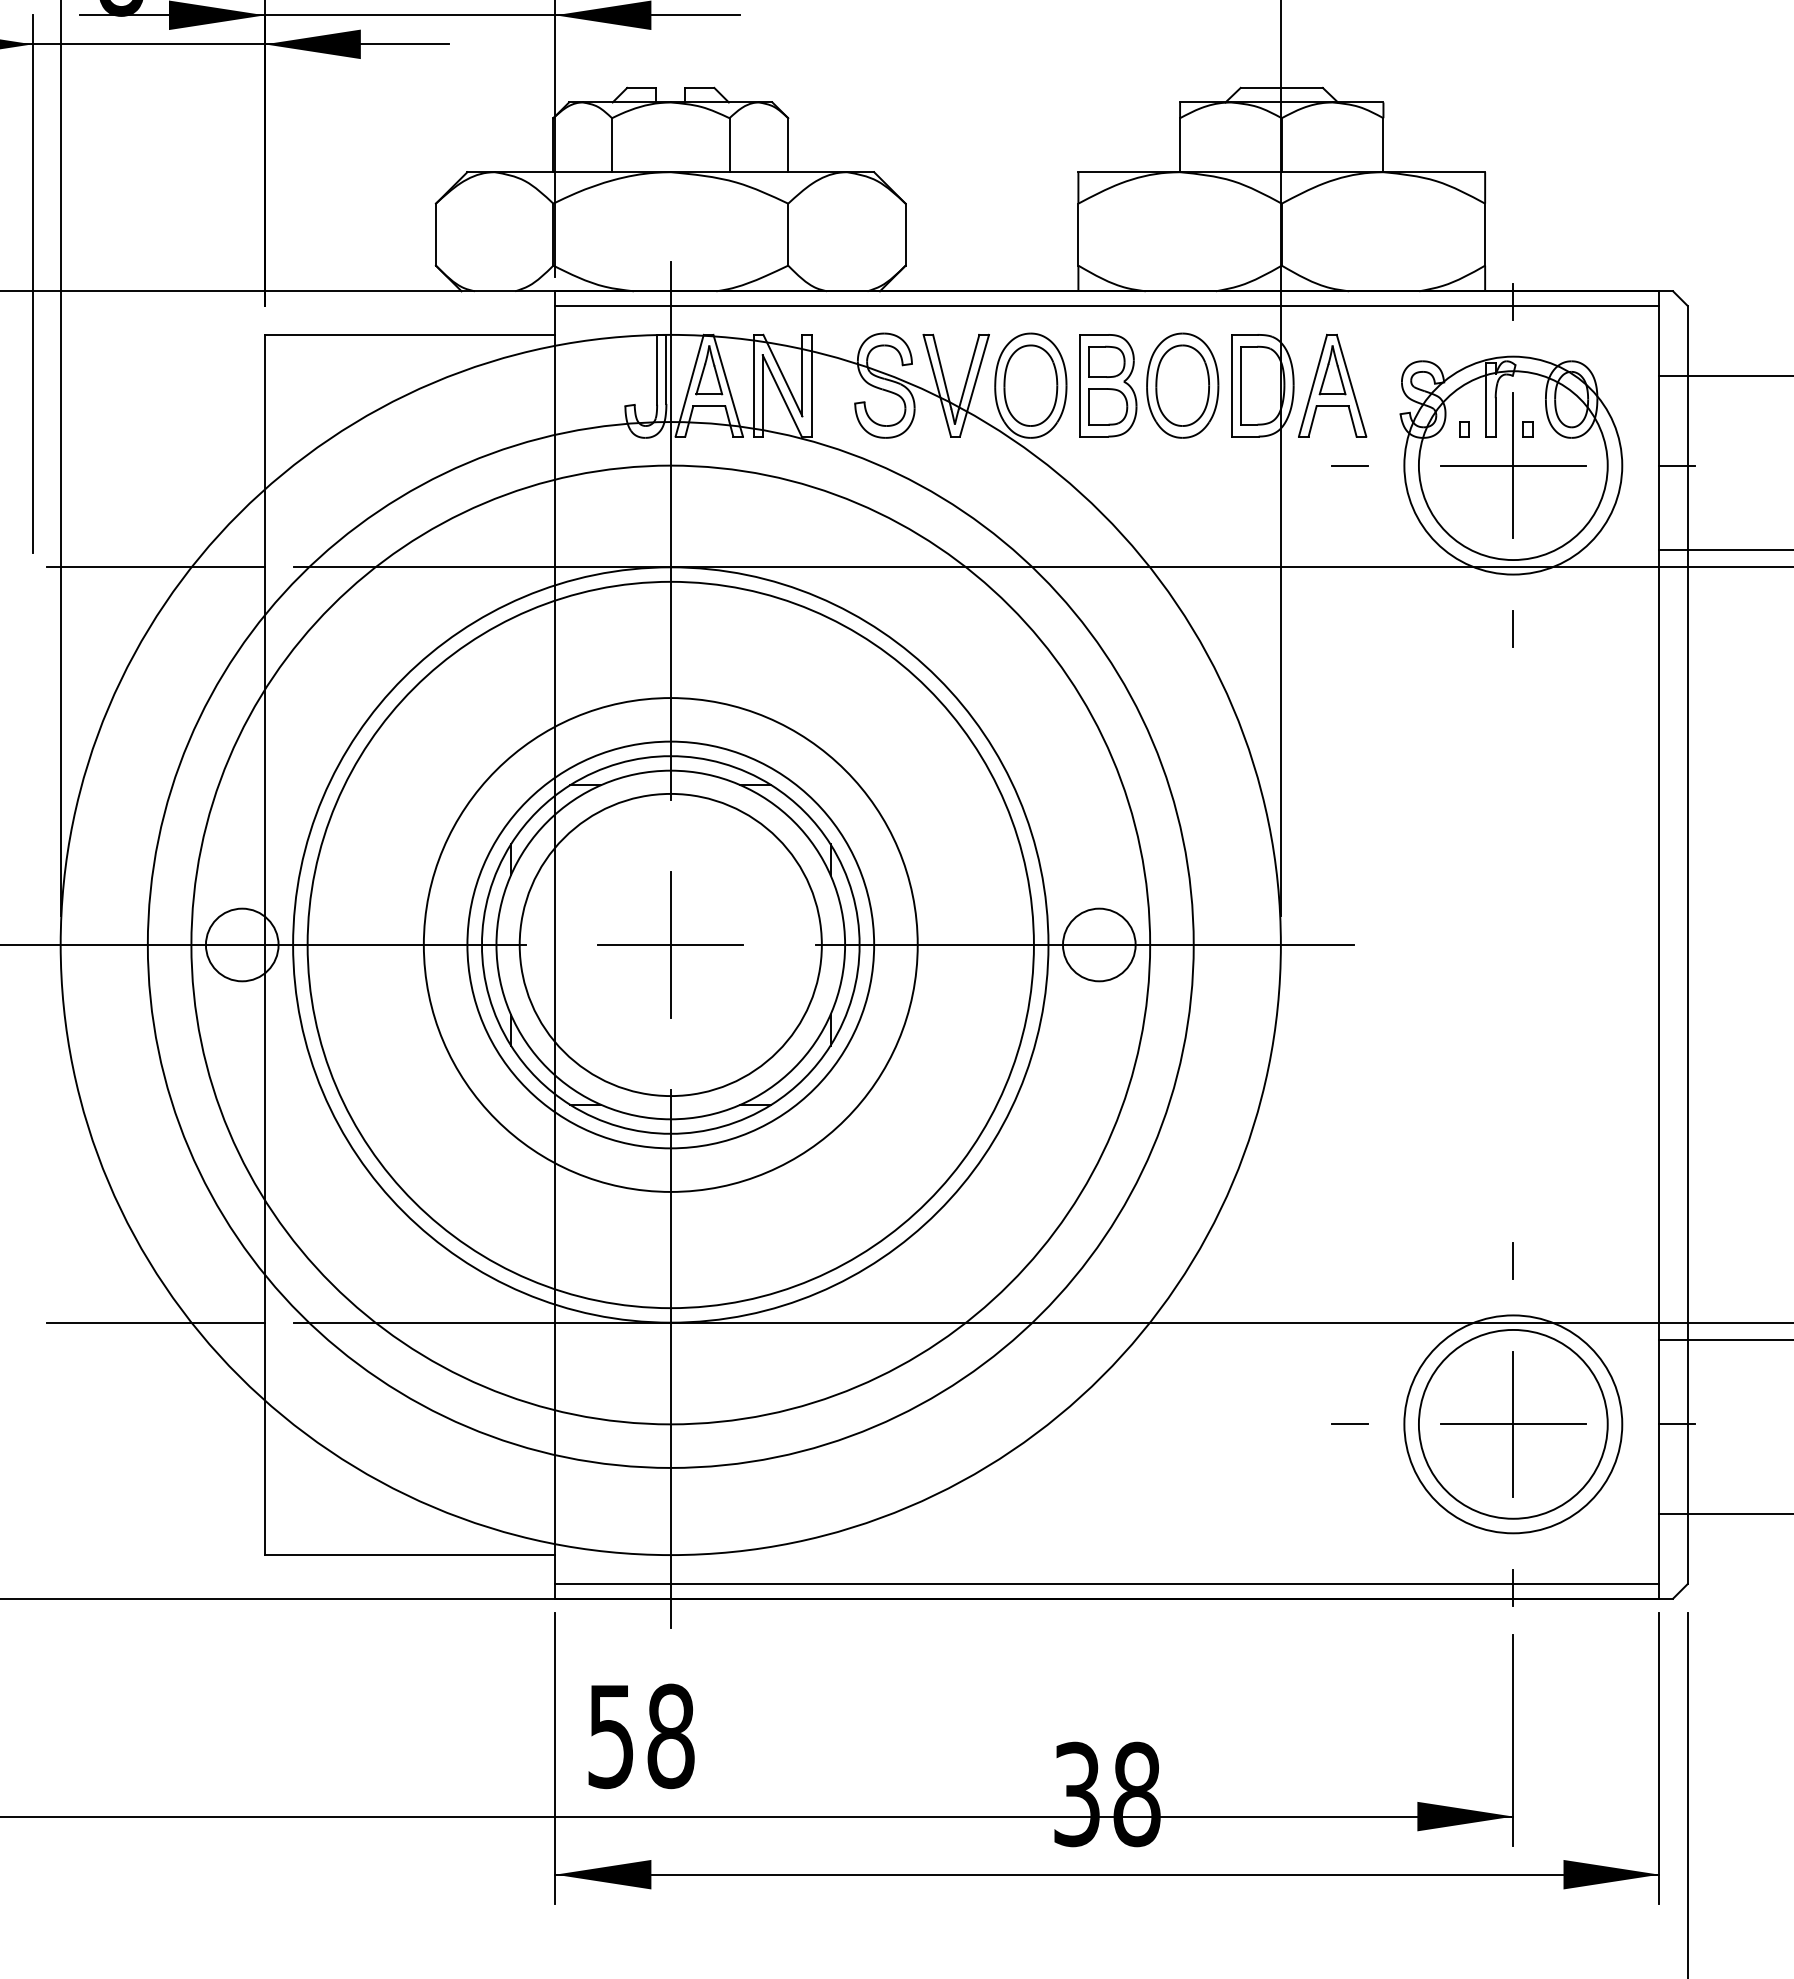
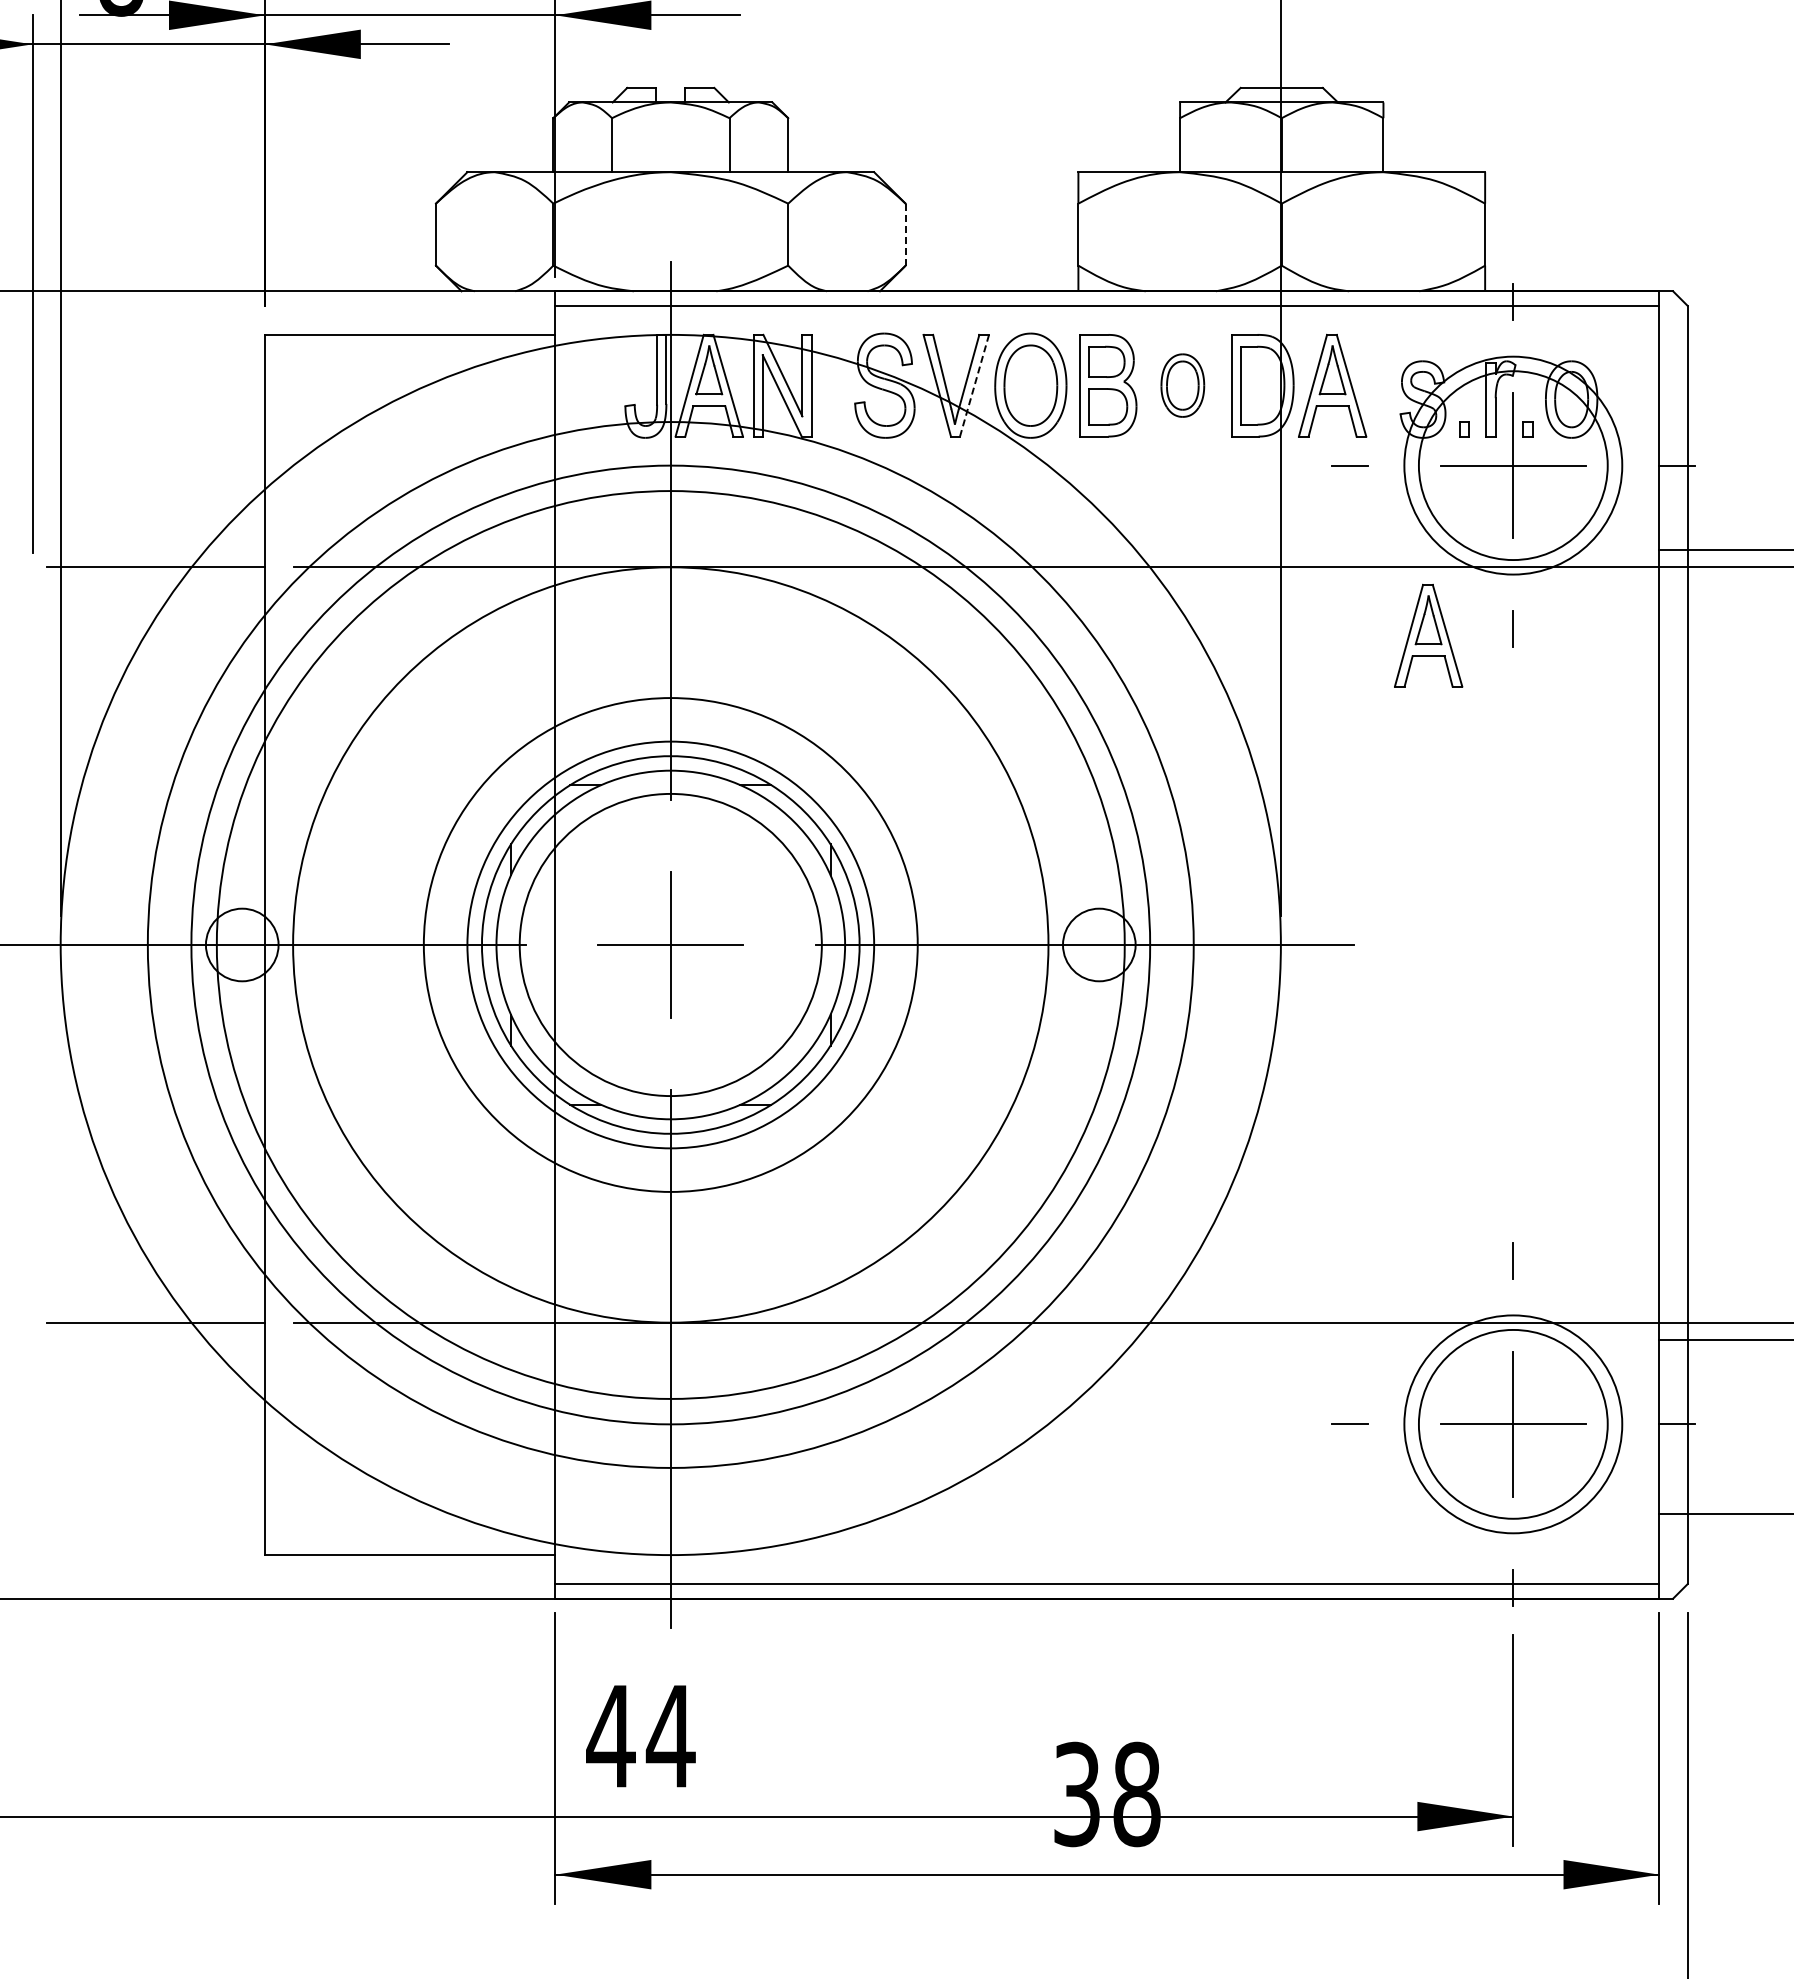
line at (905, 234): solid -> dashed
line at (1724, 375): present -> none
line at (974, 385): solid -> dashed
part at (1182, 385) size: 74x107 px -> 46x65 px
part at (1428, 635): none -> present
circle at (670, 944) diameter: 726 px -> 908 px
text at (640, 1736): 58 -> 44
